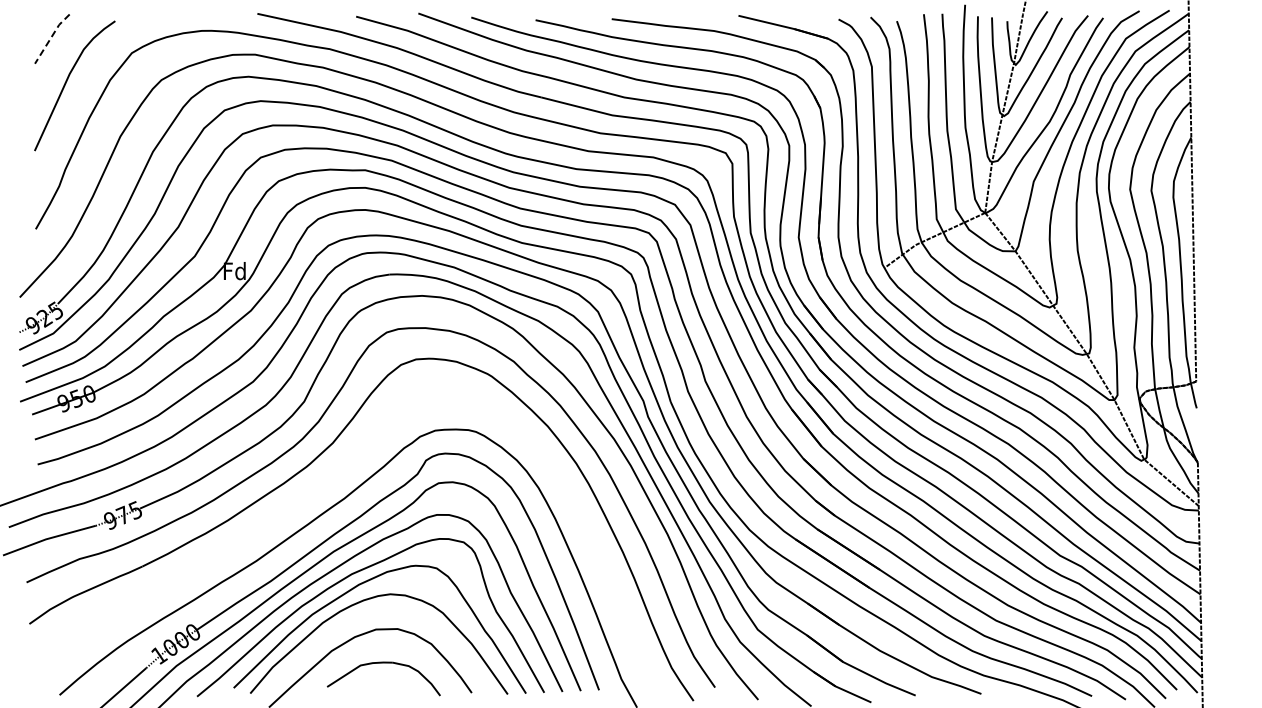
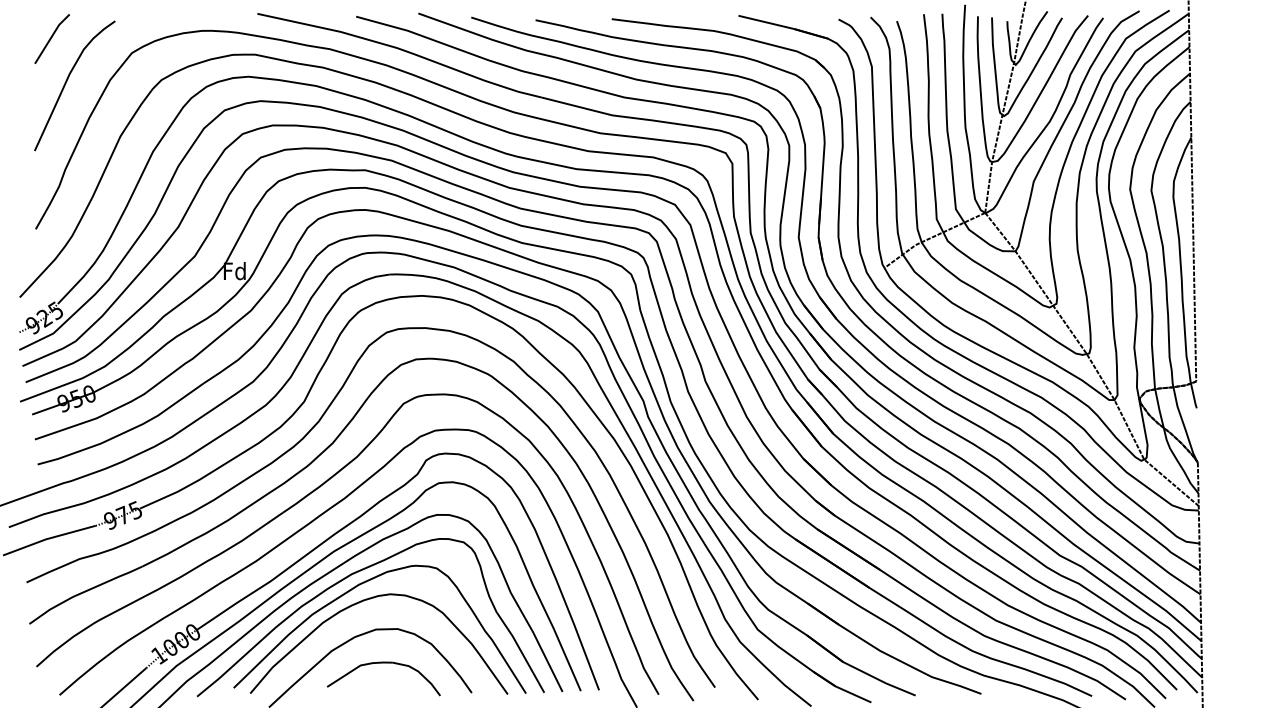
line at (51, 37): dashed -> solid
part at (309, 495): none -> present
